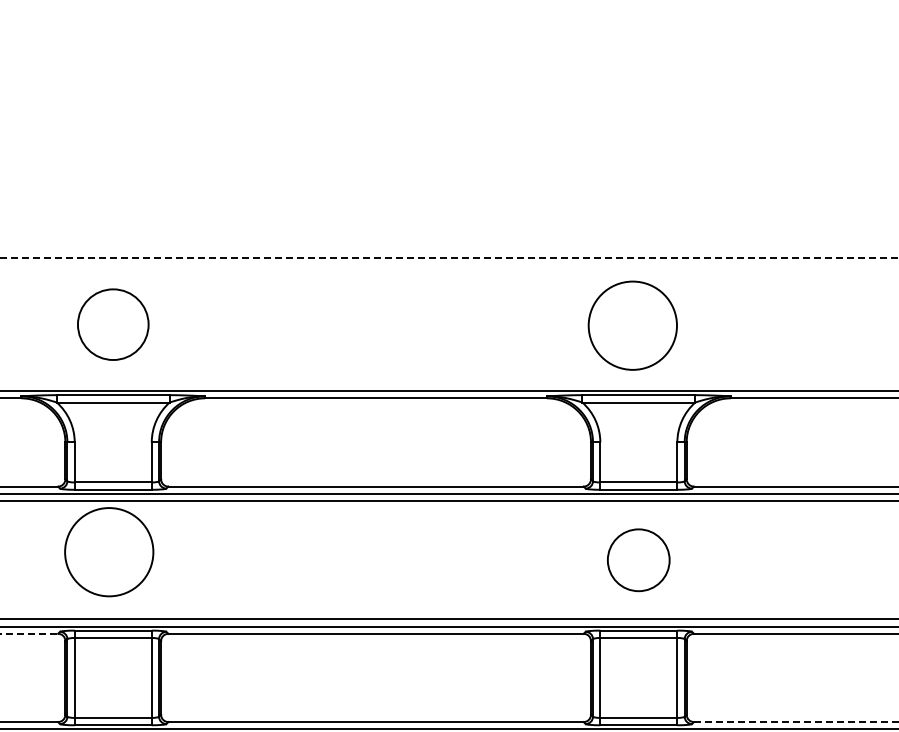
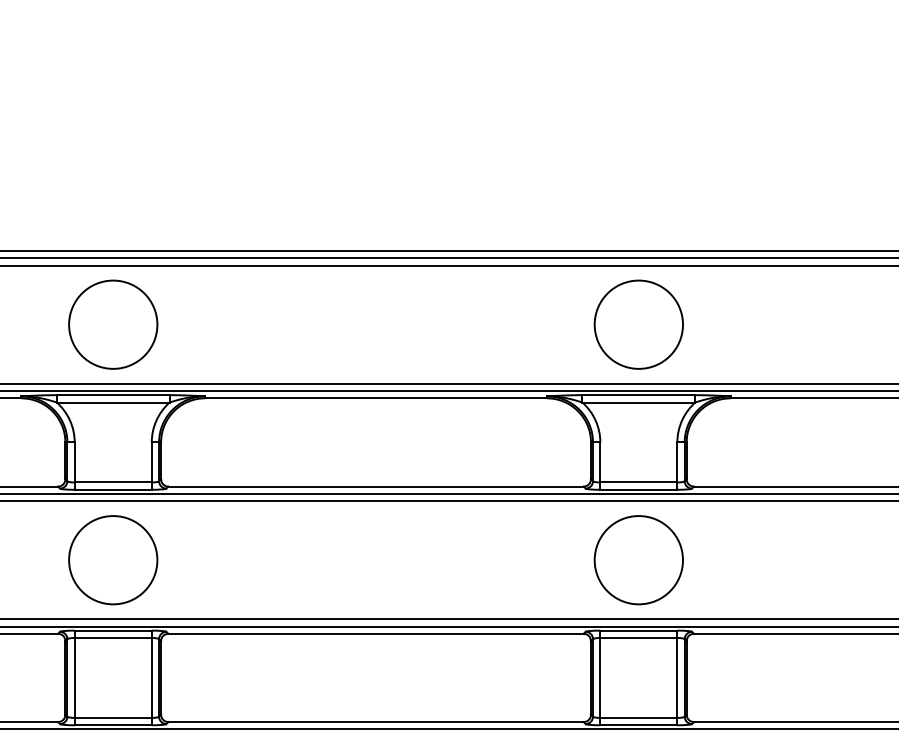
line at (448, 251): none -> present
line at (449, 258): dashed -> solid
line at (448, 265): none -> present
circle at (113, 324) size: 73x73 px -> 91x91 px
circle at (632, 325) position: (632, 325) -> (638, 324)
line at (448, 383): none -> present
circle at (109, 552) position: (109, 552) -> (113, 560)
circle at (638, 560) size: 64x65 px -> 91x91 px
line at (29, 633): dashed -> solid
line at (796, 722): dashed -> solid
